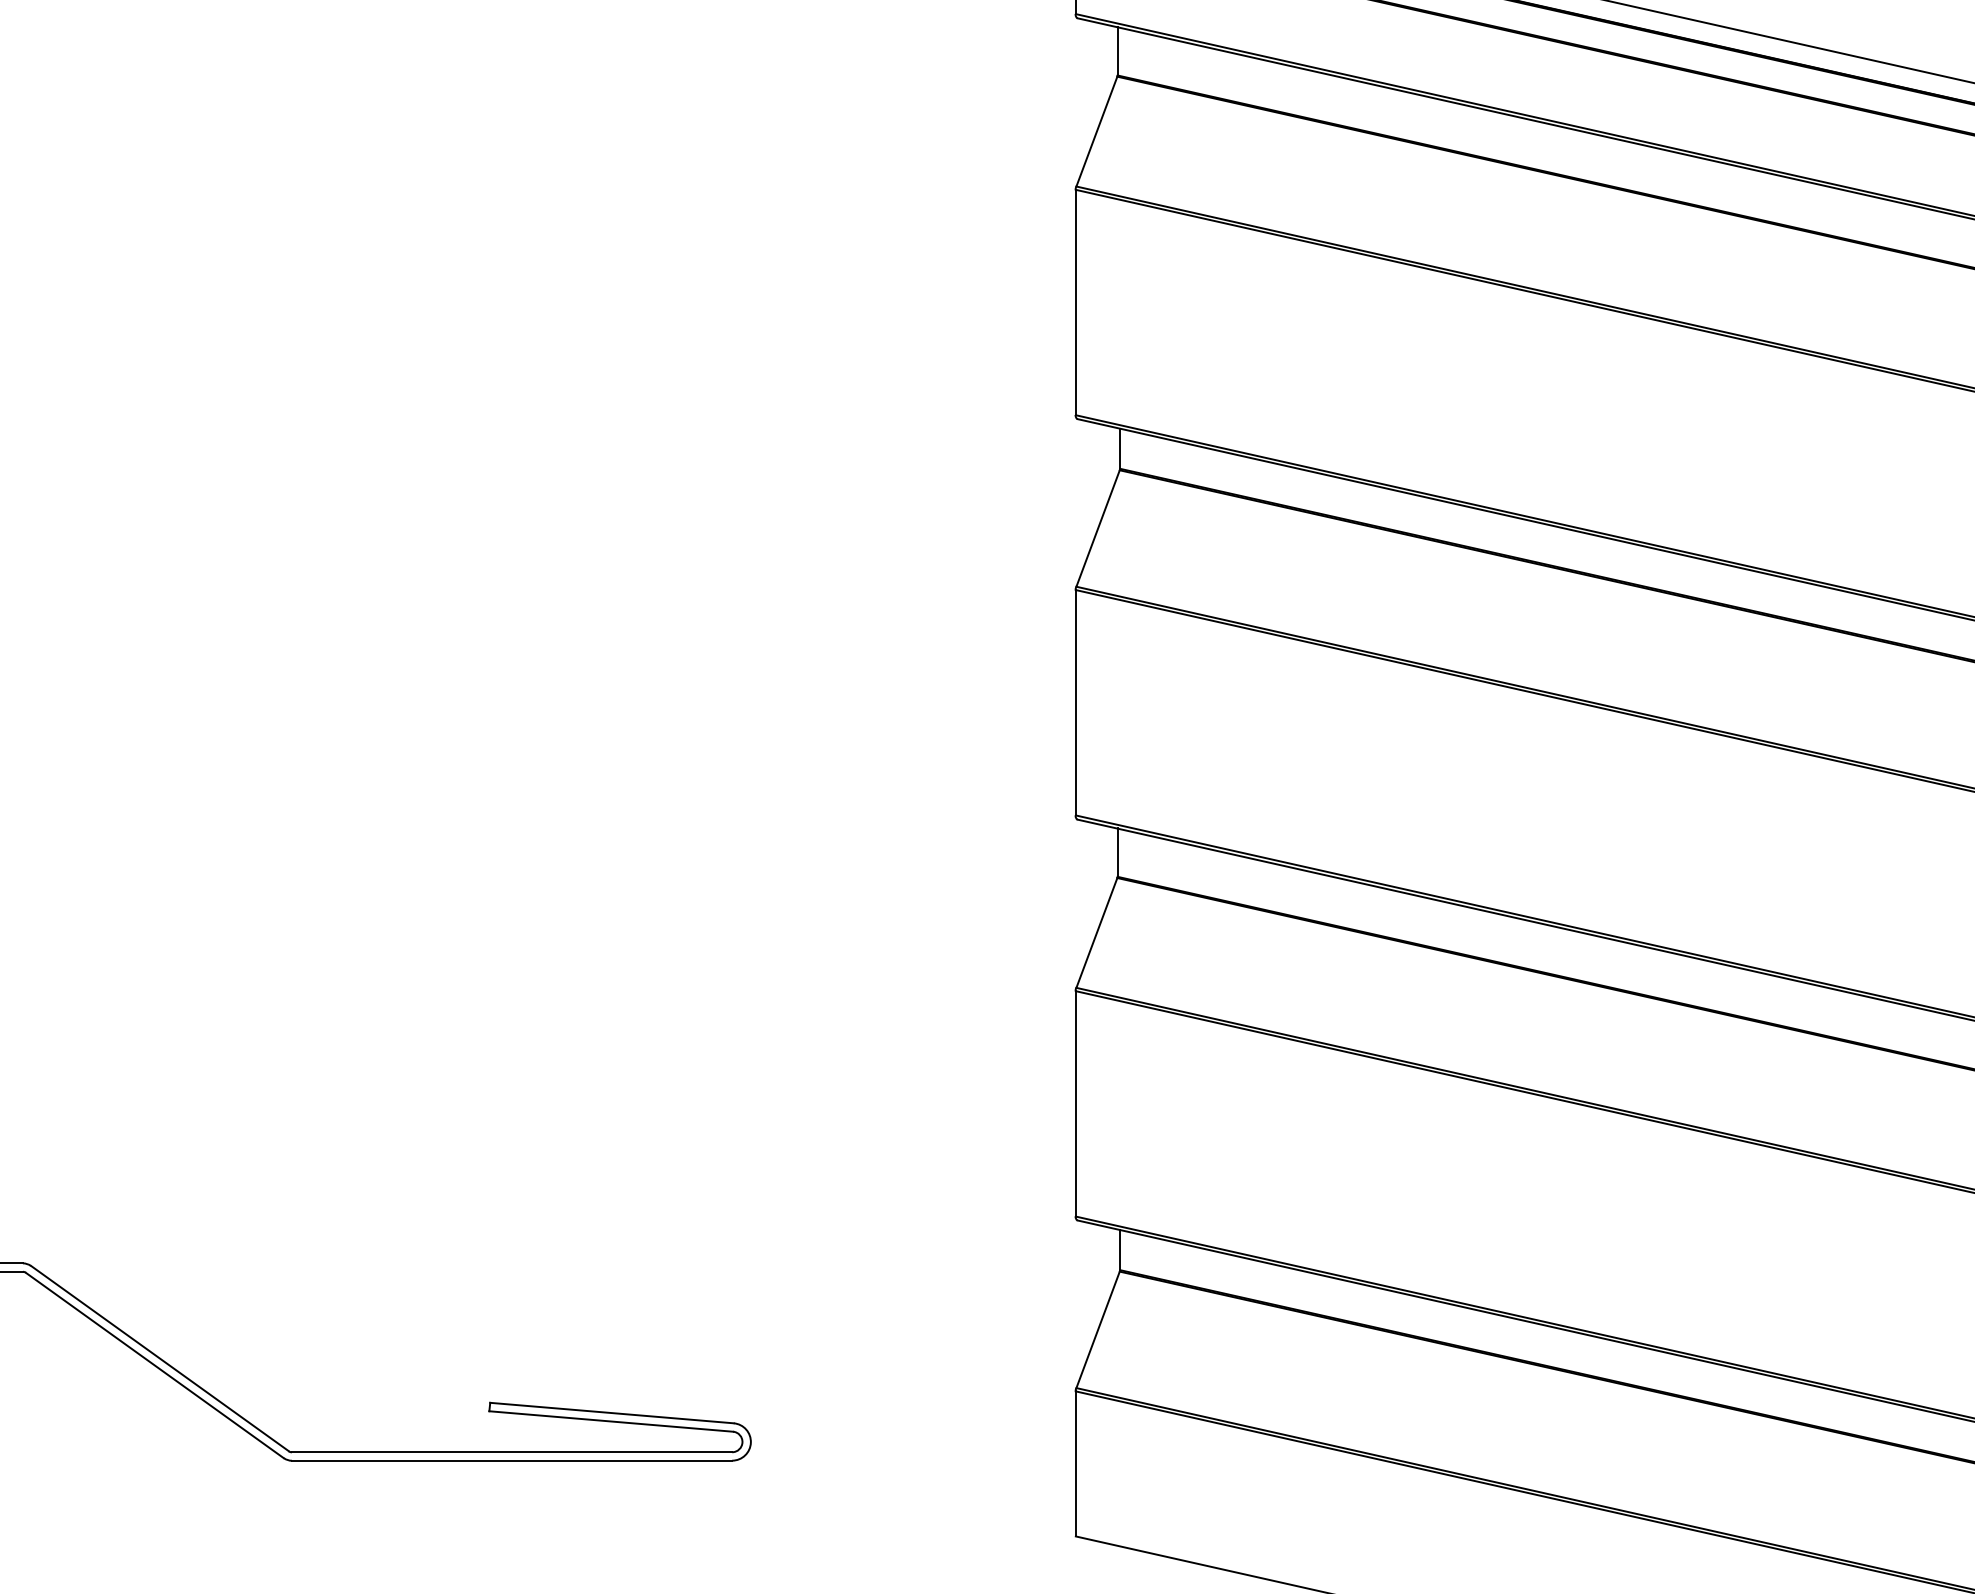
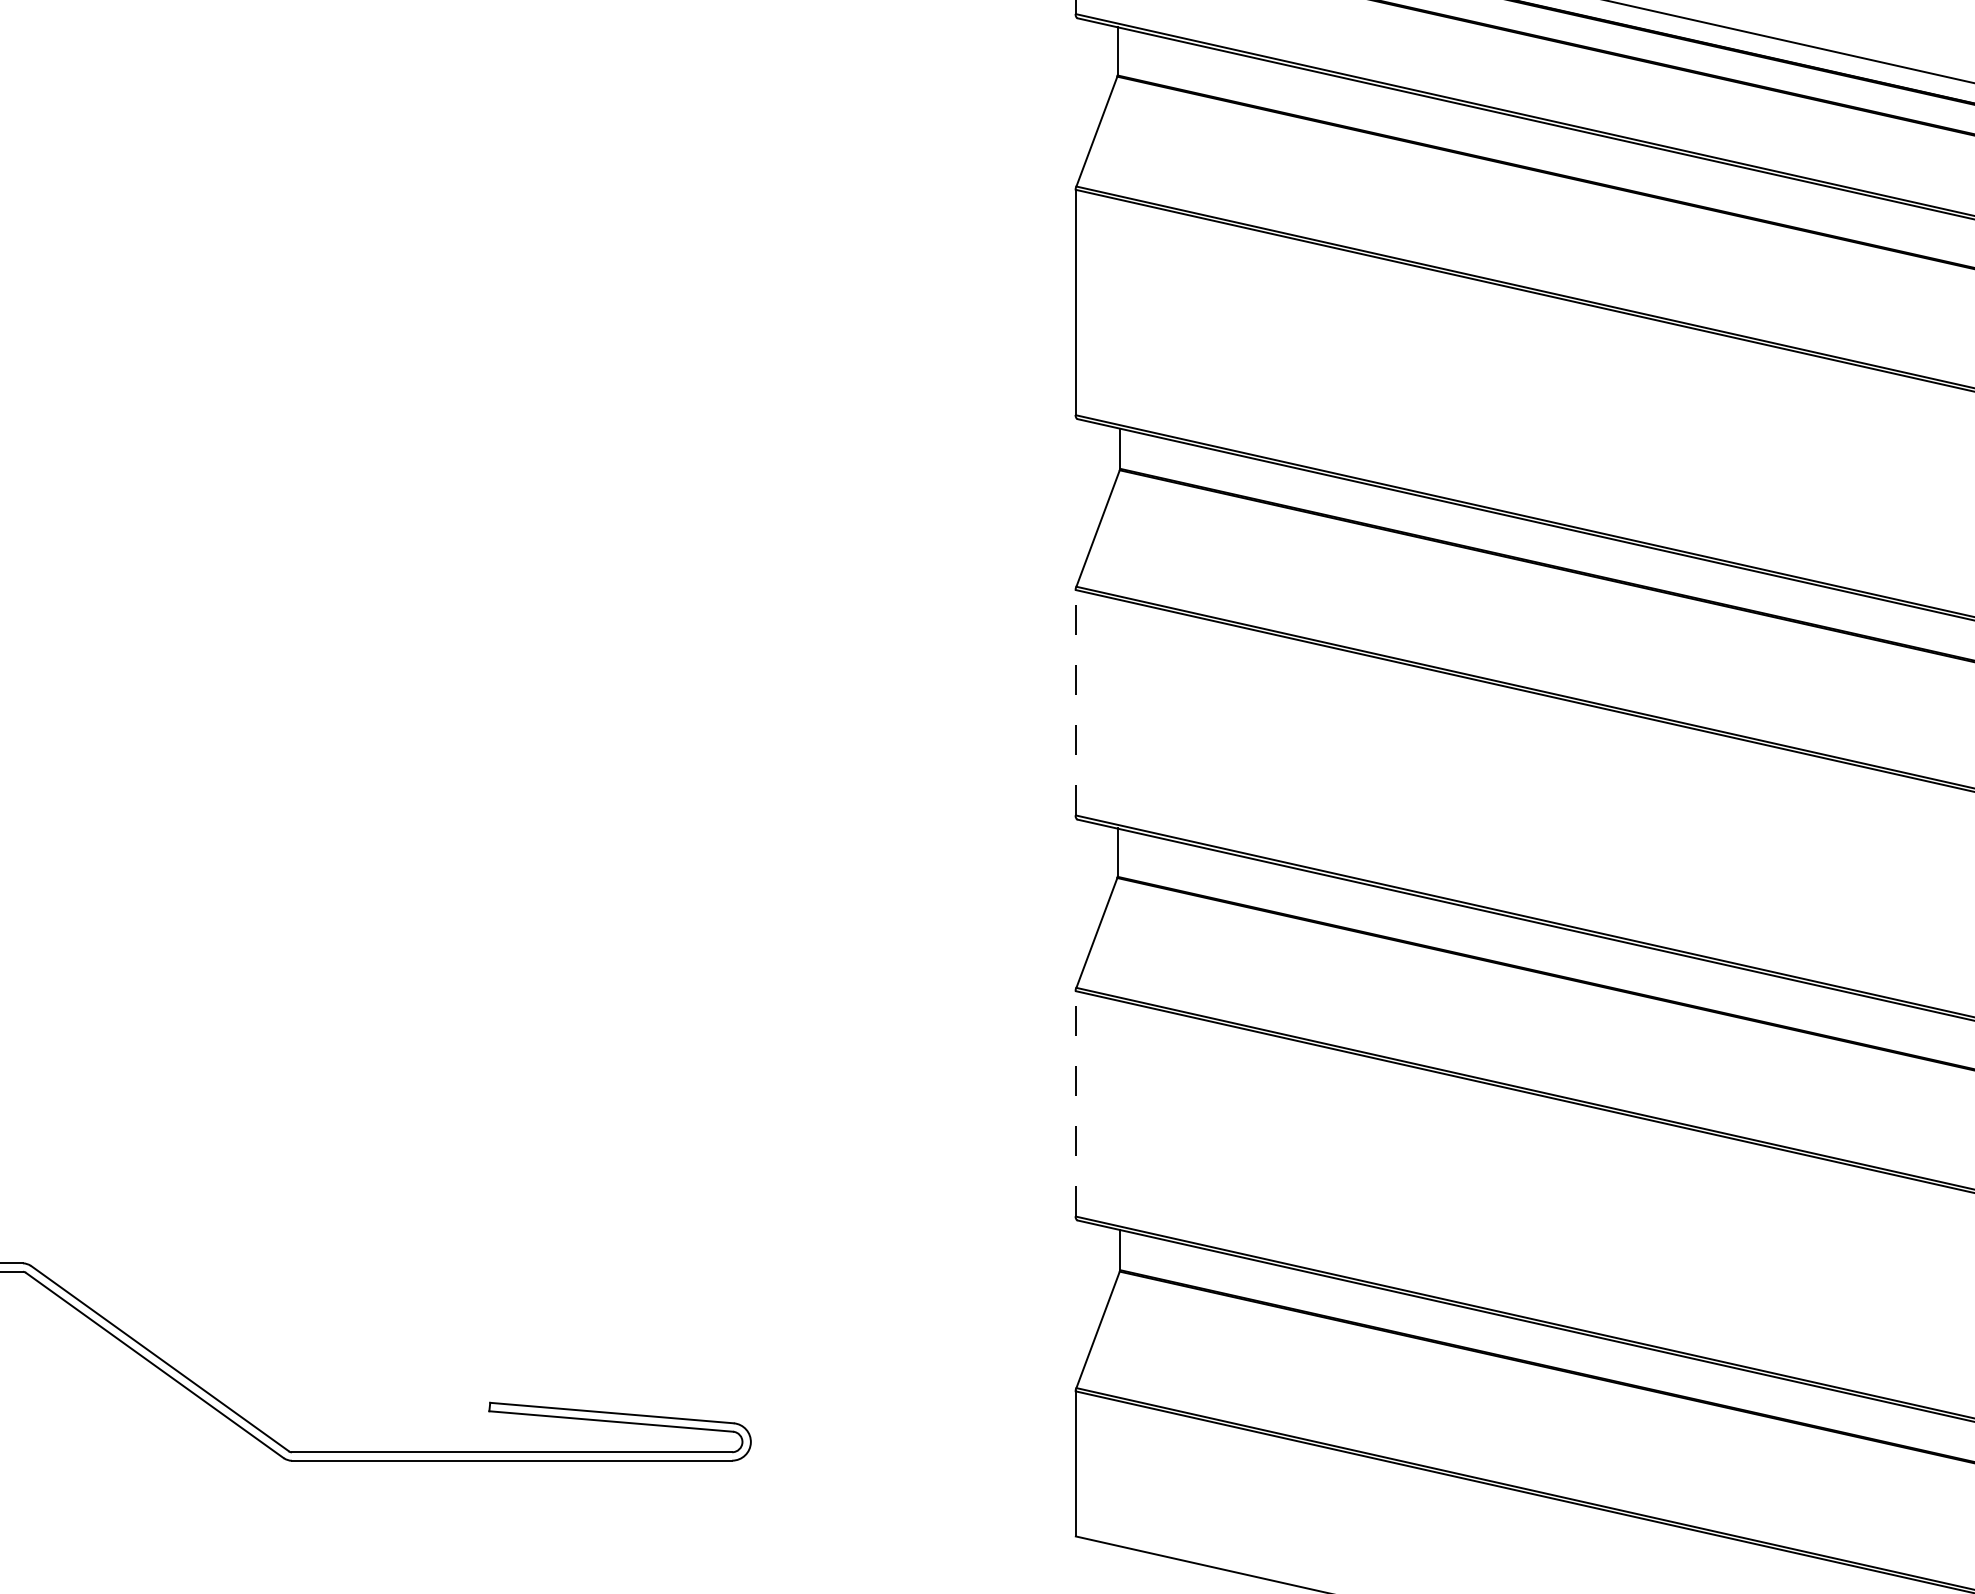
line at (1075, 702): solid -> dashed
line at (1075, 1103): solid -> dashed
